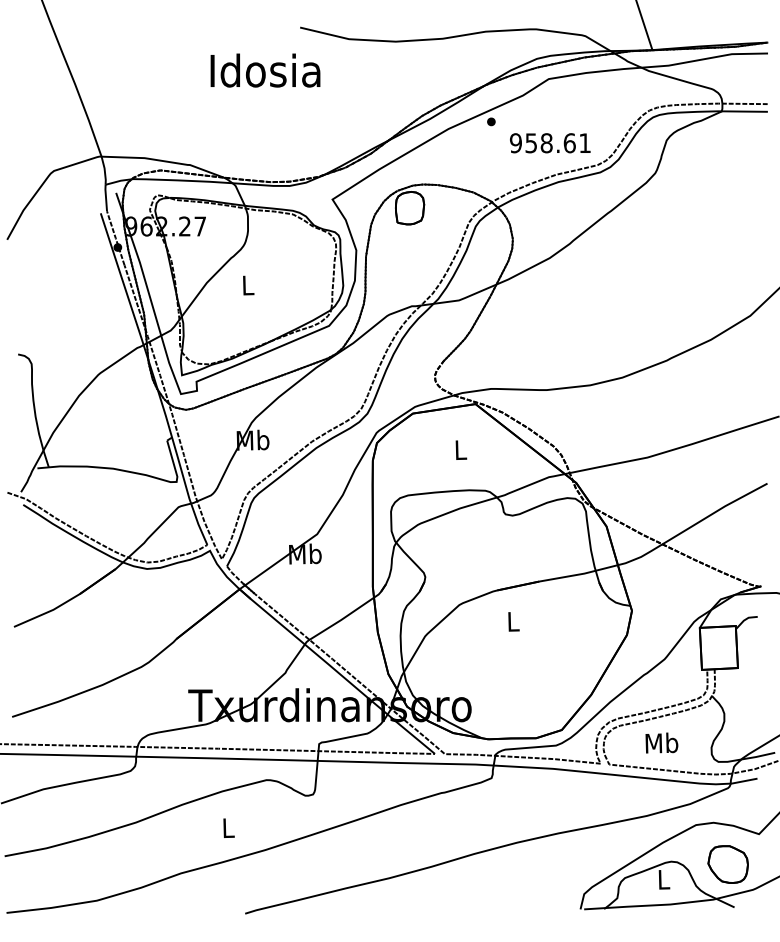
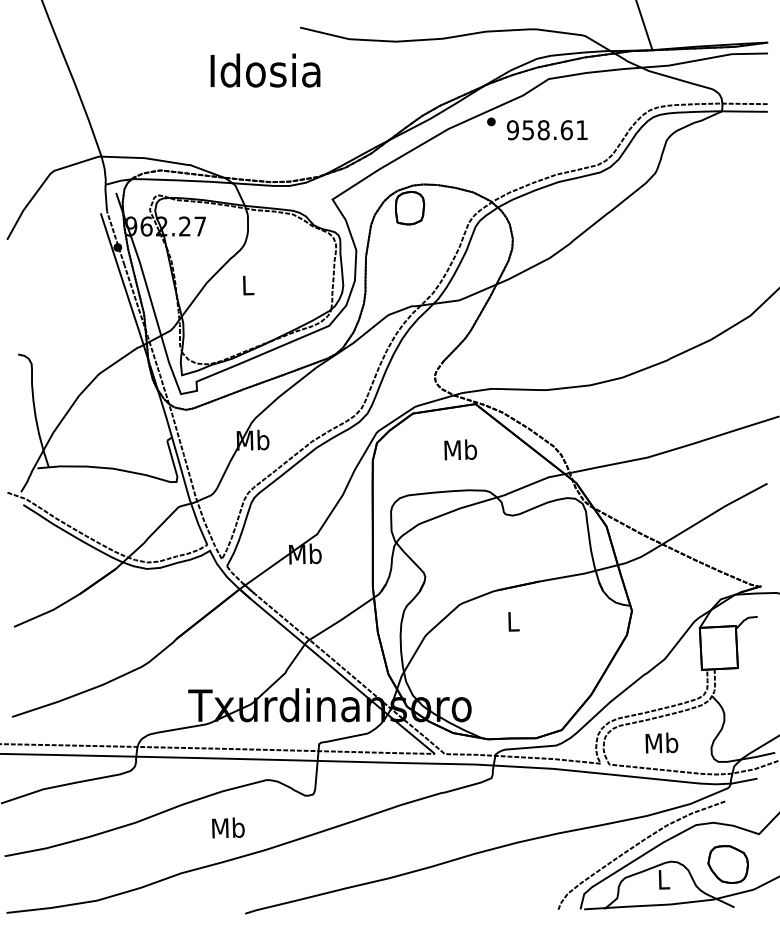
text at (550, 143) position: (550, 143) -> (547, 130)
text at (460, 449): L -> Mb
text at (228, 827): L -> Mb
curve at (637, 845): none -> present
